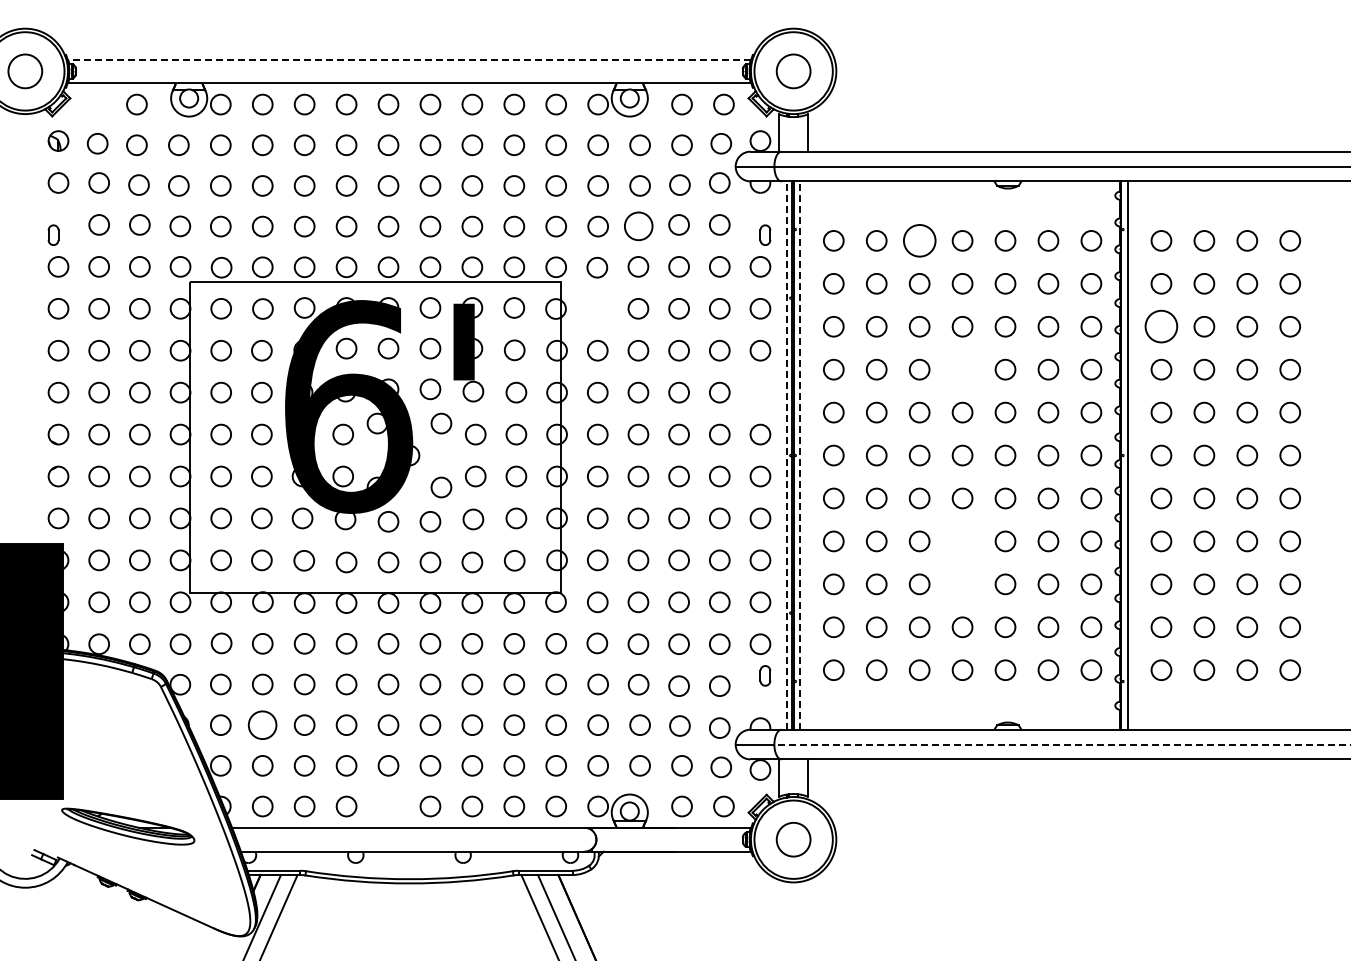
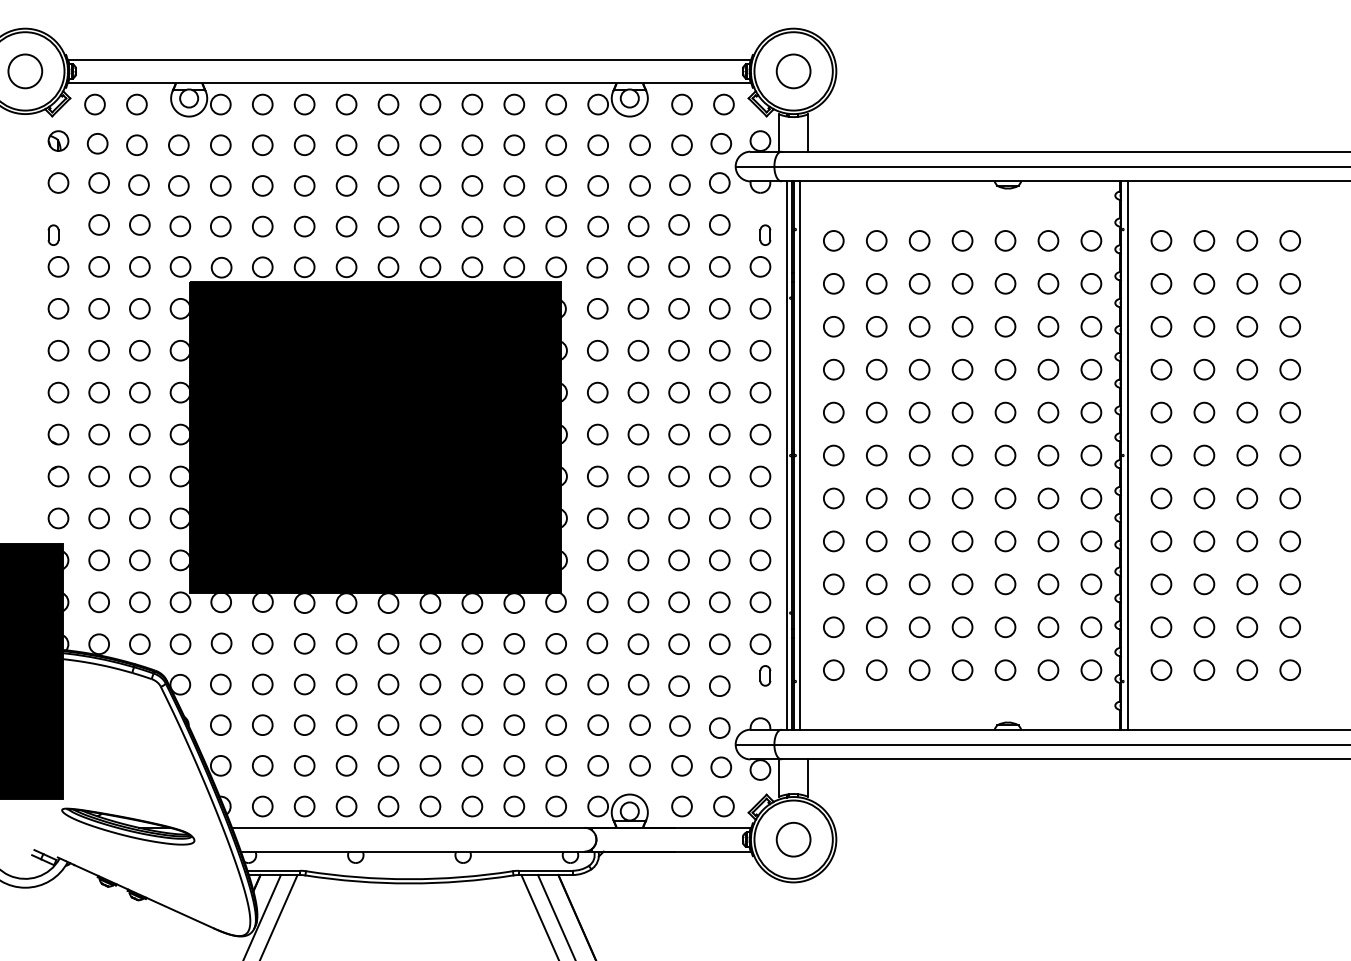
line at (408, 59): dashed -> solid
circle at (94, 104): none -> present
circle at (638, 226) size: 30x31 px -> 23x23 px
circle at (919, 240) size: 34x34 px -> 23x22 px
circle at (597, 308): none -> present
circle at (1161, 326) size: 35x35 px -> 23x22 px
circle at (962, 369): none -> present
circle at (760, 392): none -> present
fill at (375, 437): none -> present
line at (786, 455): dashed -> solid
line at (799, 455): dashed -> solid
circle at (962, 541): none -> present
circle at (962, 584): none -> present
circle at (262, 724) size: 31x30 px -> 22x22 px
line at (1062, 744): dashed -> solid
circle at (388, 806): none -> present
